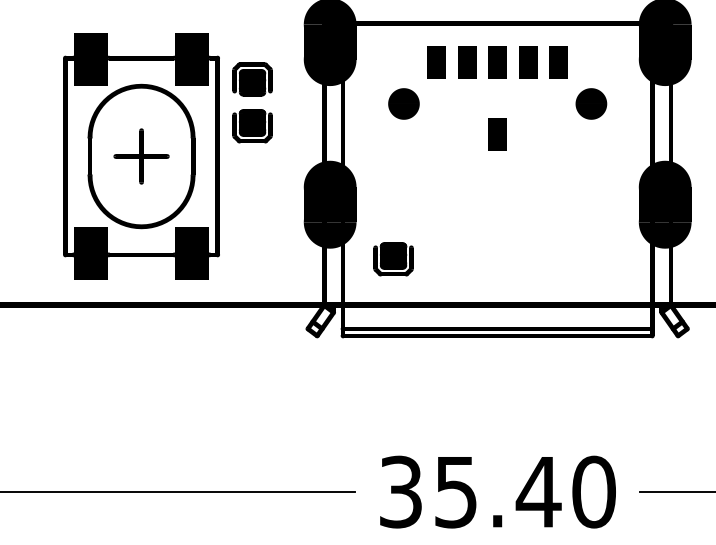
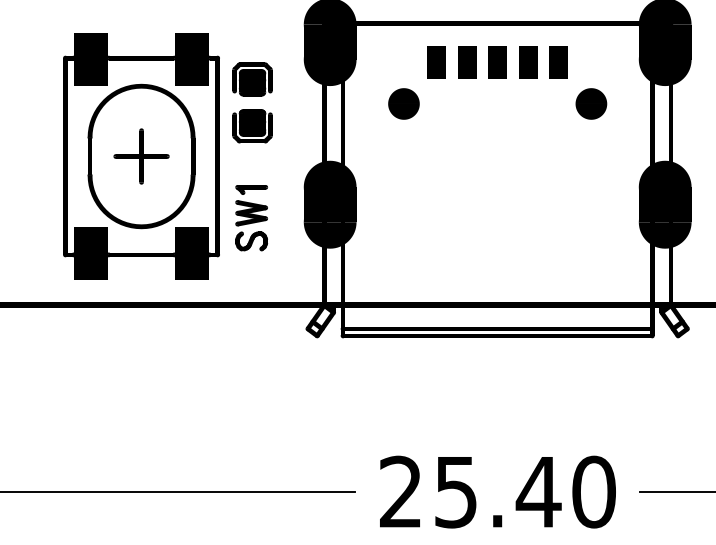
part at (497, 134): present -> none
part at (251, 218): none -> present
part at (393, 259): present -> none
text at (400, 491): 35.40 -> 25.40
